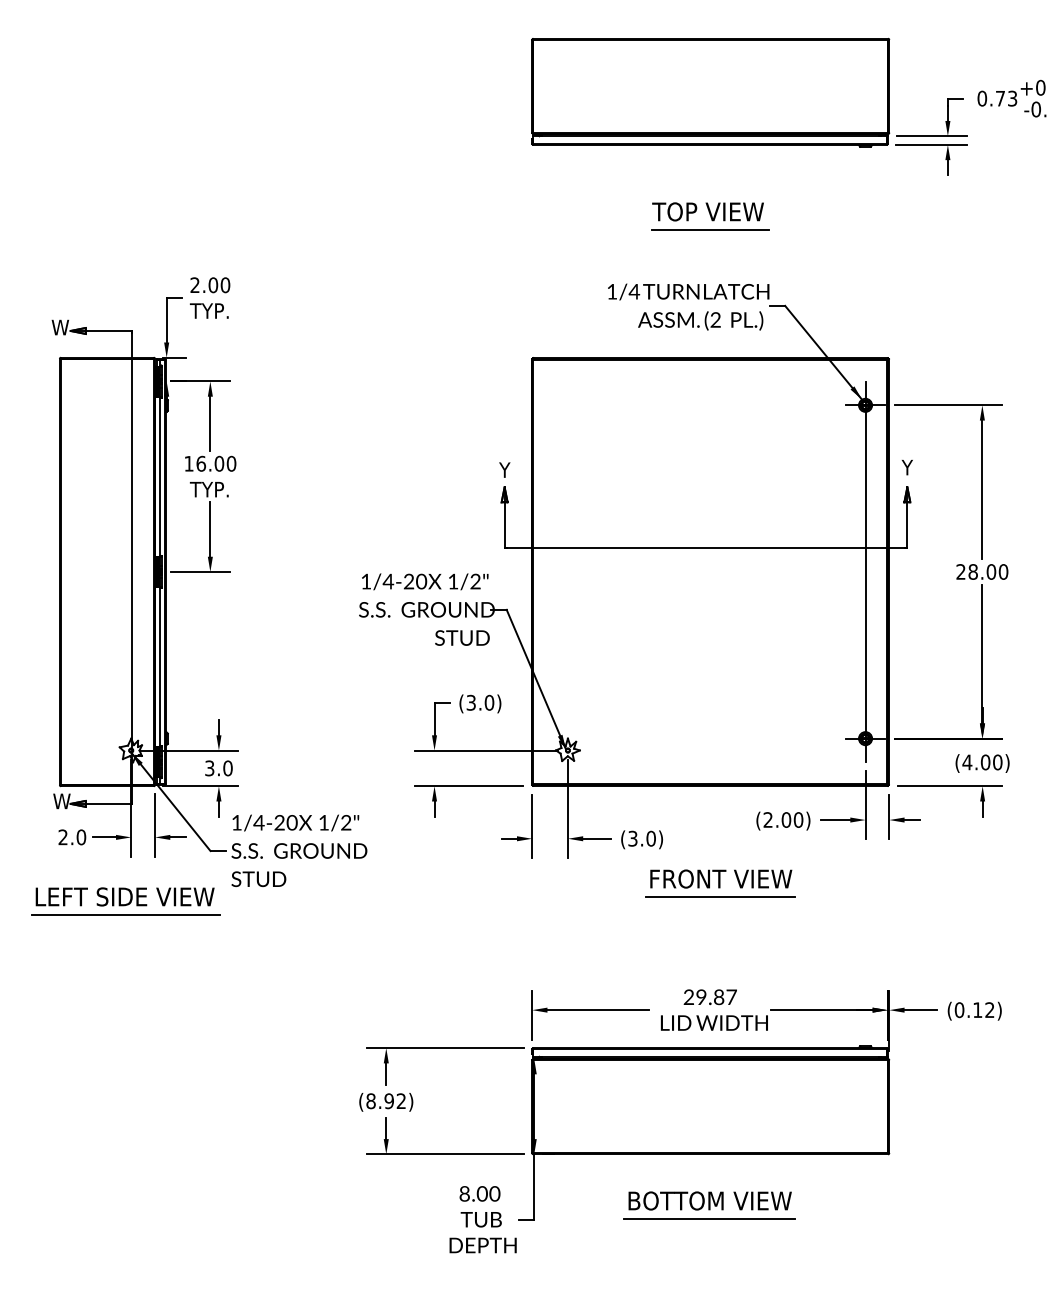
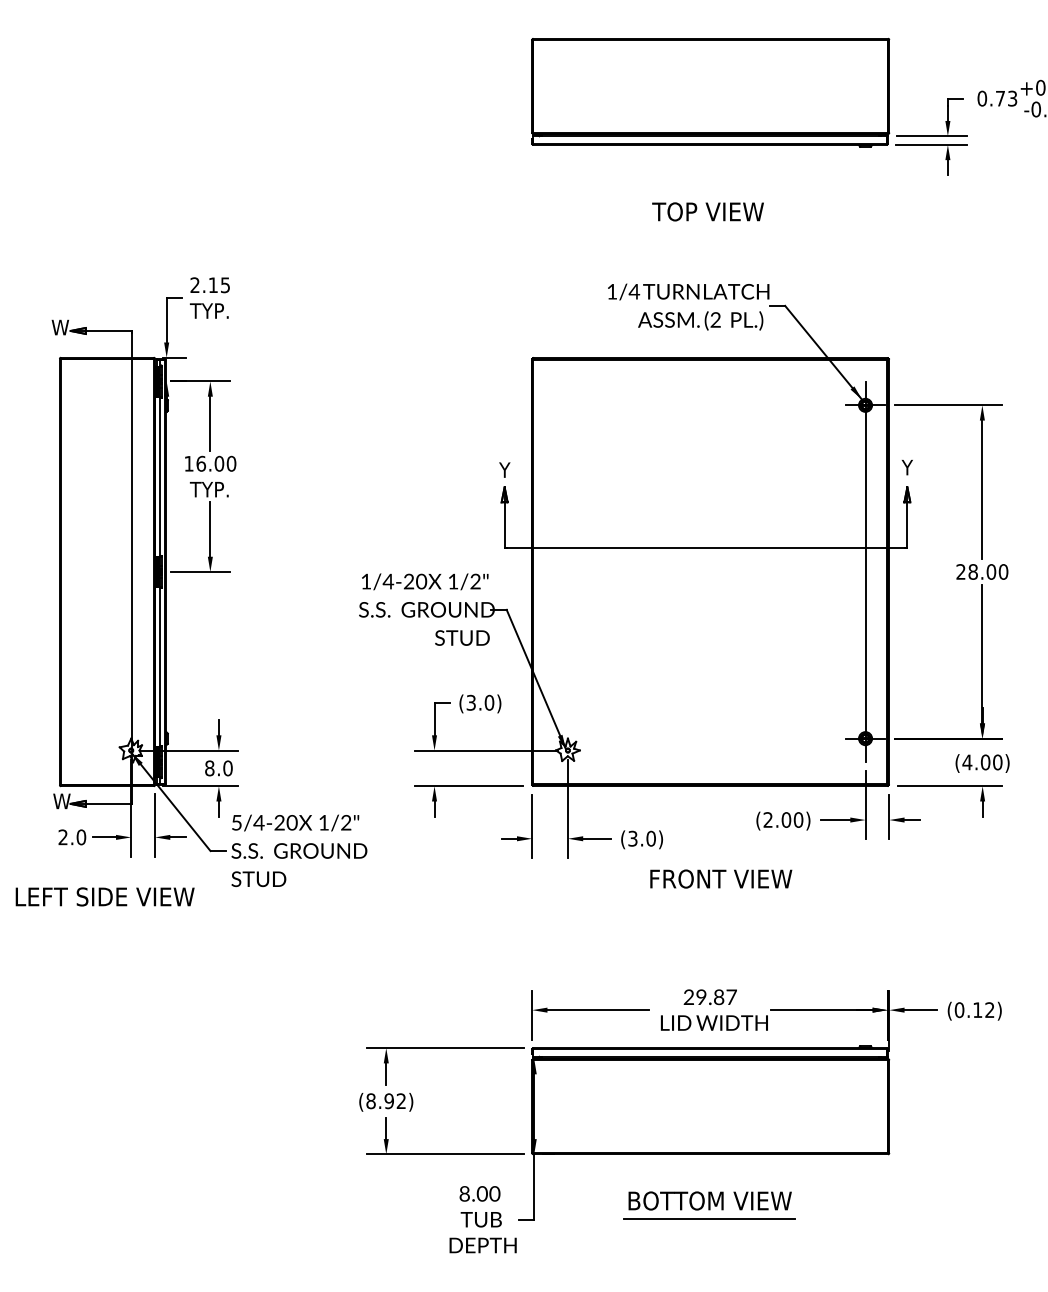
line at (710, 230): present -> none
text at (219, 285): 2.00 -> 2.15
text at (209, 768): 3.0 -> 8.0
text at (236, 822): 1/4-20 -> 5/4-20
text at (124, 896) position: (124, 896) -> (104, 896)
line at (720, 897): present -> none
line at (125, 915): present -> none
